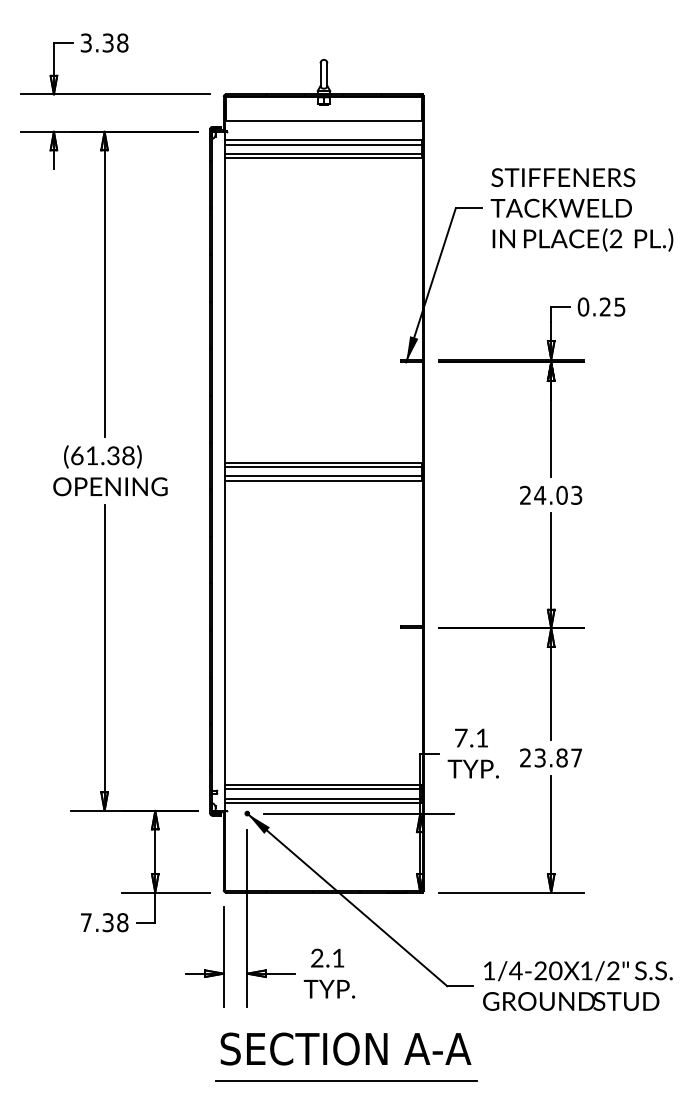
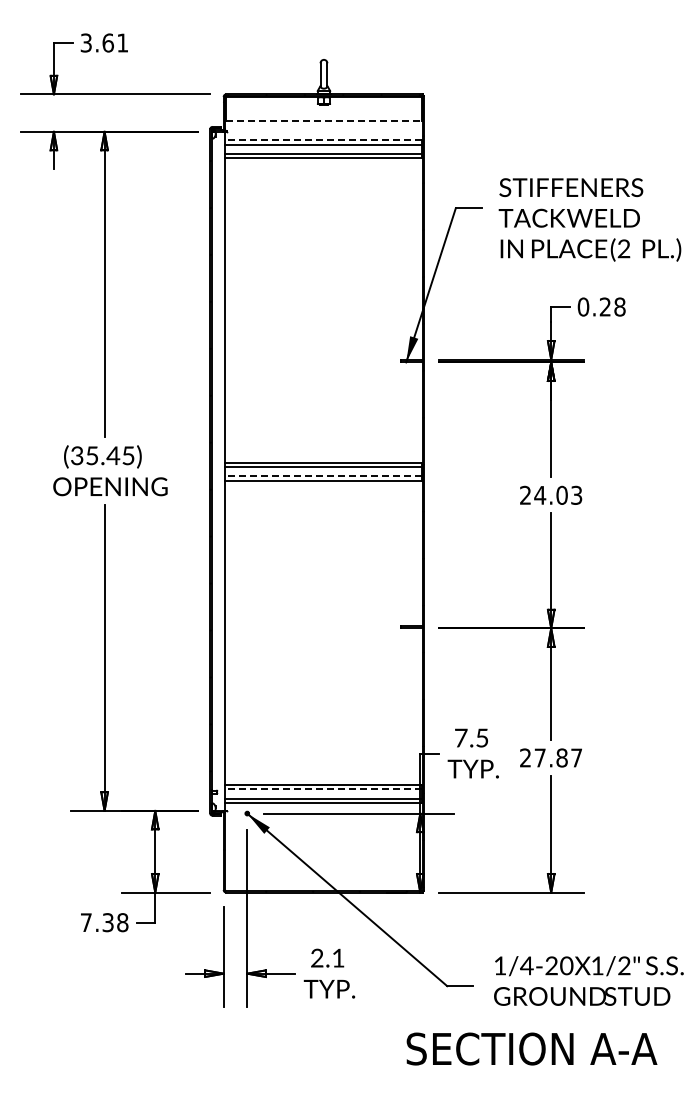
text at (115, 42): 3.38 -> 3.61
line at (323, 120): solid -> dashed
line at (322, 140): solid -> dashed
text at (581, 209) position: (581, 209) -> (589, 219)
text at (619, 306): 0.25 -> 0.28
text at (102, 455): (61.38) -> (35.45)
line at (322, 476): solid -> dashed
text at (481, 737): 7.1 -> 7.5
text at (539, 757): 23.87 -> 27.87
line at (322, 789): solid -> dashed
text at (577, 985) position: (577, 985) -> (588, 980)
text at (345, 1048) position: (345, 1048) -> (531, 1048)
line at (346, 1080): present -> none
